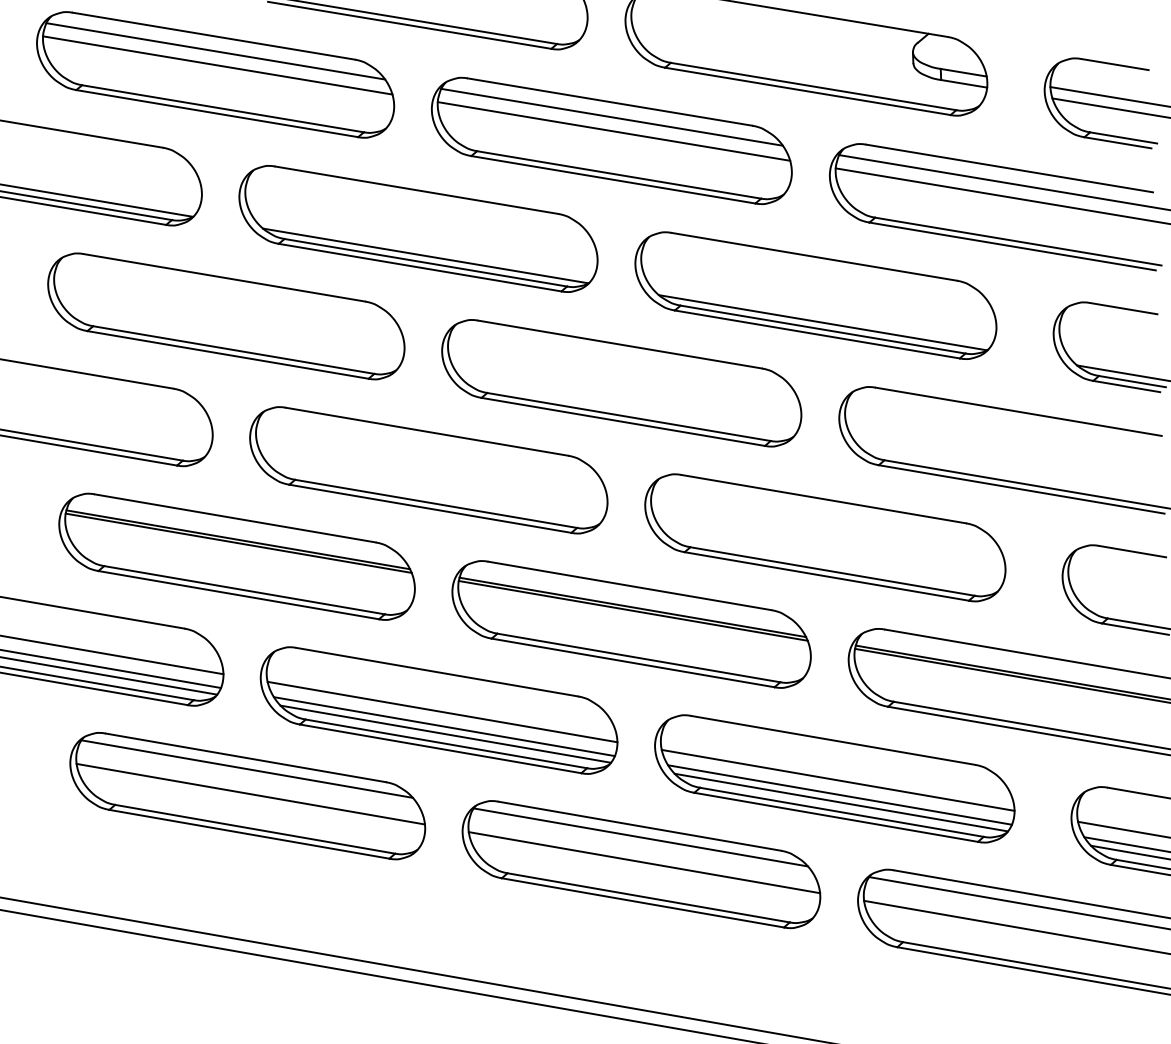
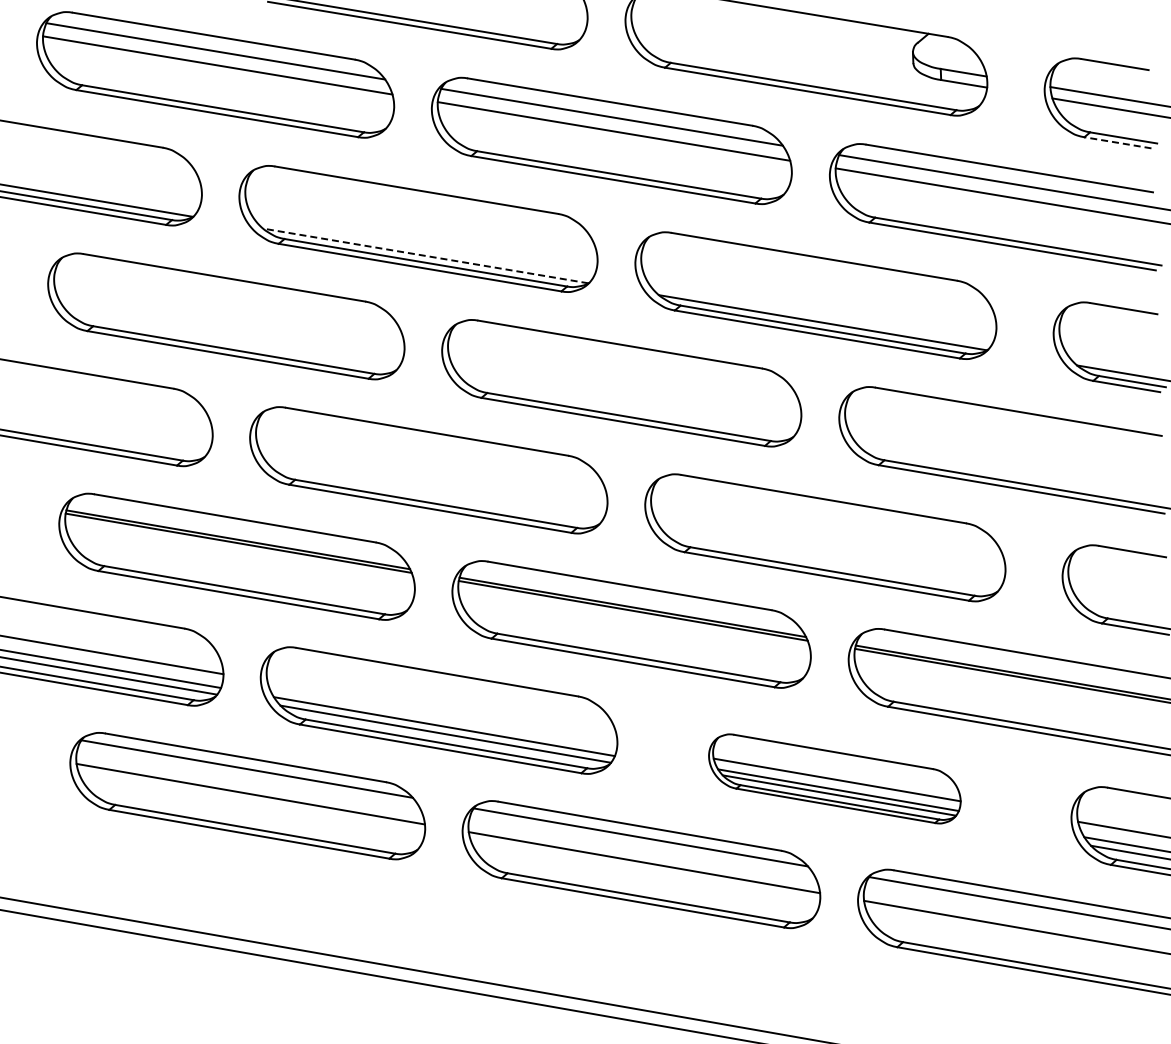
line at (1117, 142): solid -> dashed
line at (425, 255): solid -> dashed
line at (442, 711): present -> none
part at (834, 778) size: 362x130 px -> 254x92 px
